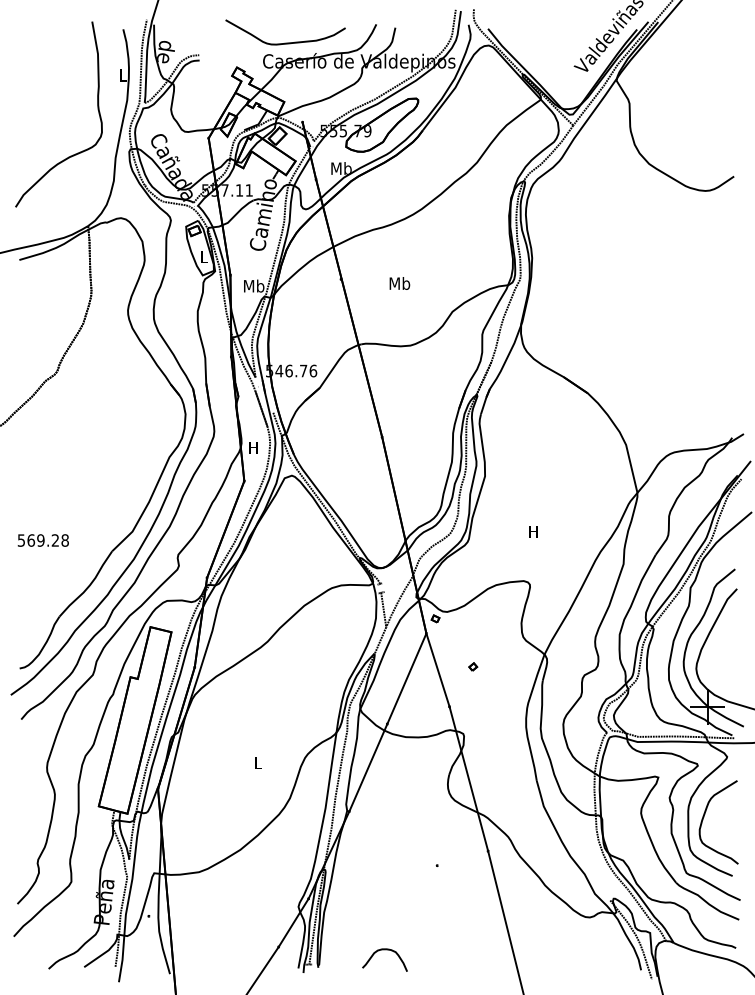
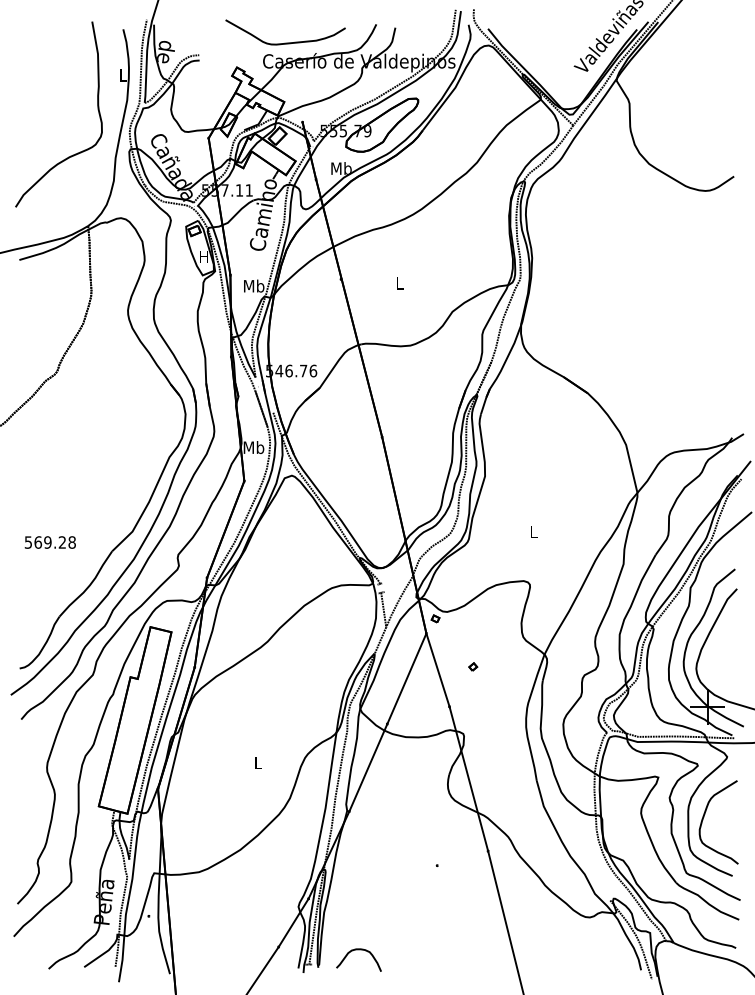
text at (203, 256): L -> H
text at (399, 283): Mb -> L
text at (253, 447): H -> Mb
text at (533, 531): H -> L
text at (42, 540) position: (42, 540) -> (49, 542)
curve at (384, 950) position: (384, 950) -> (358, 950)
